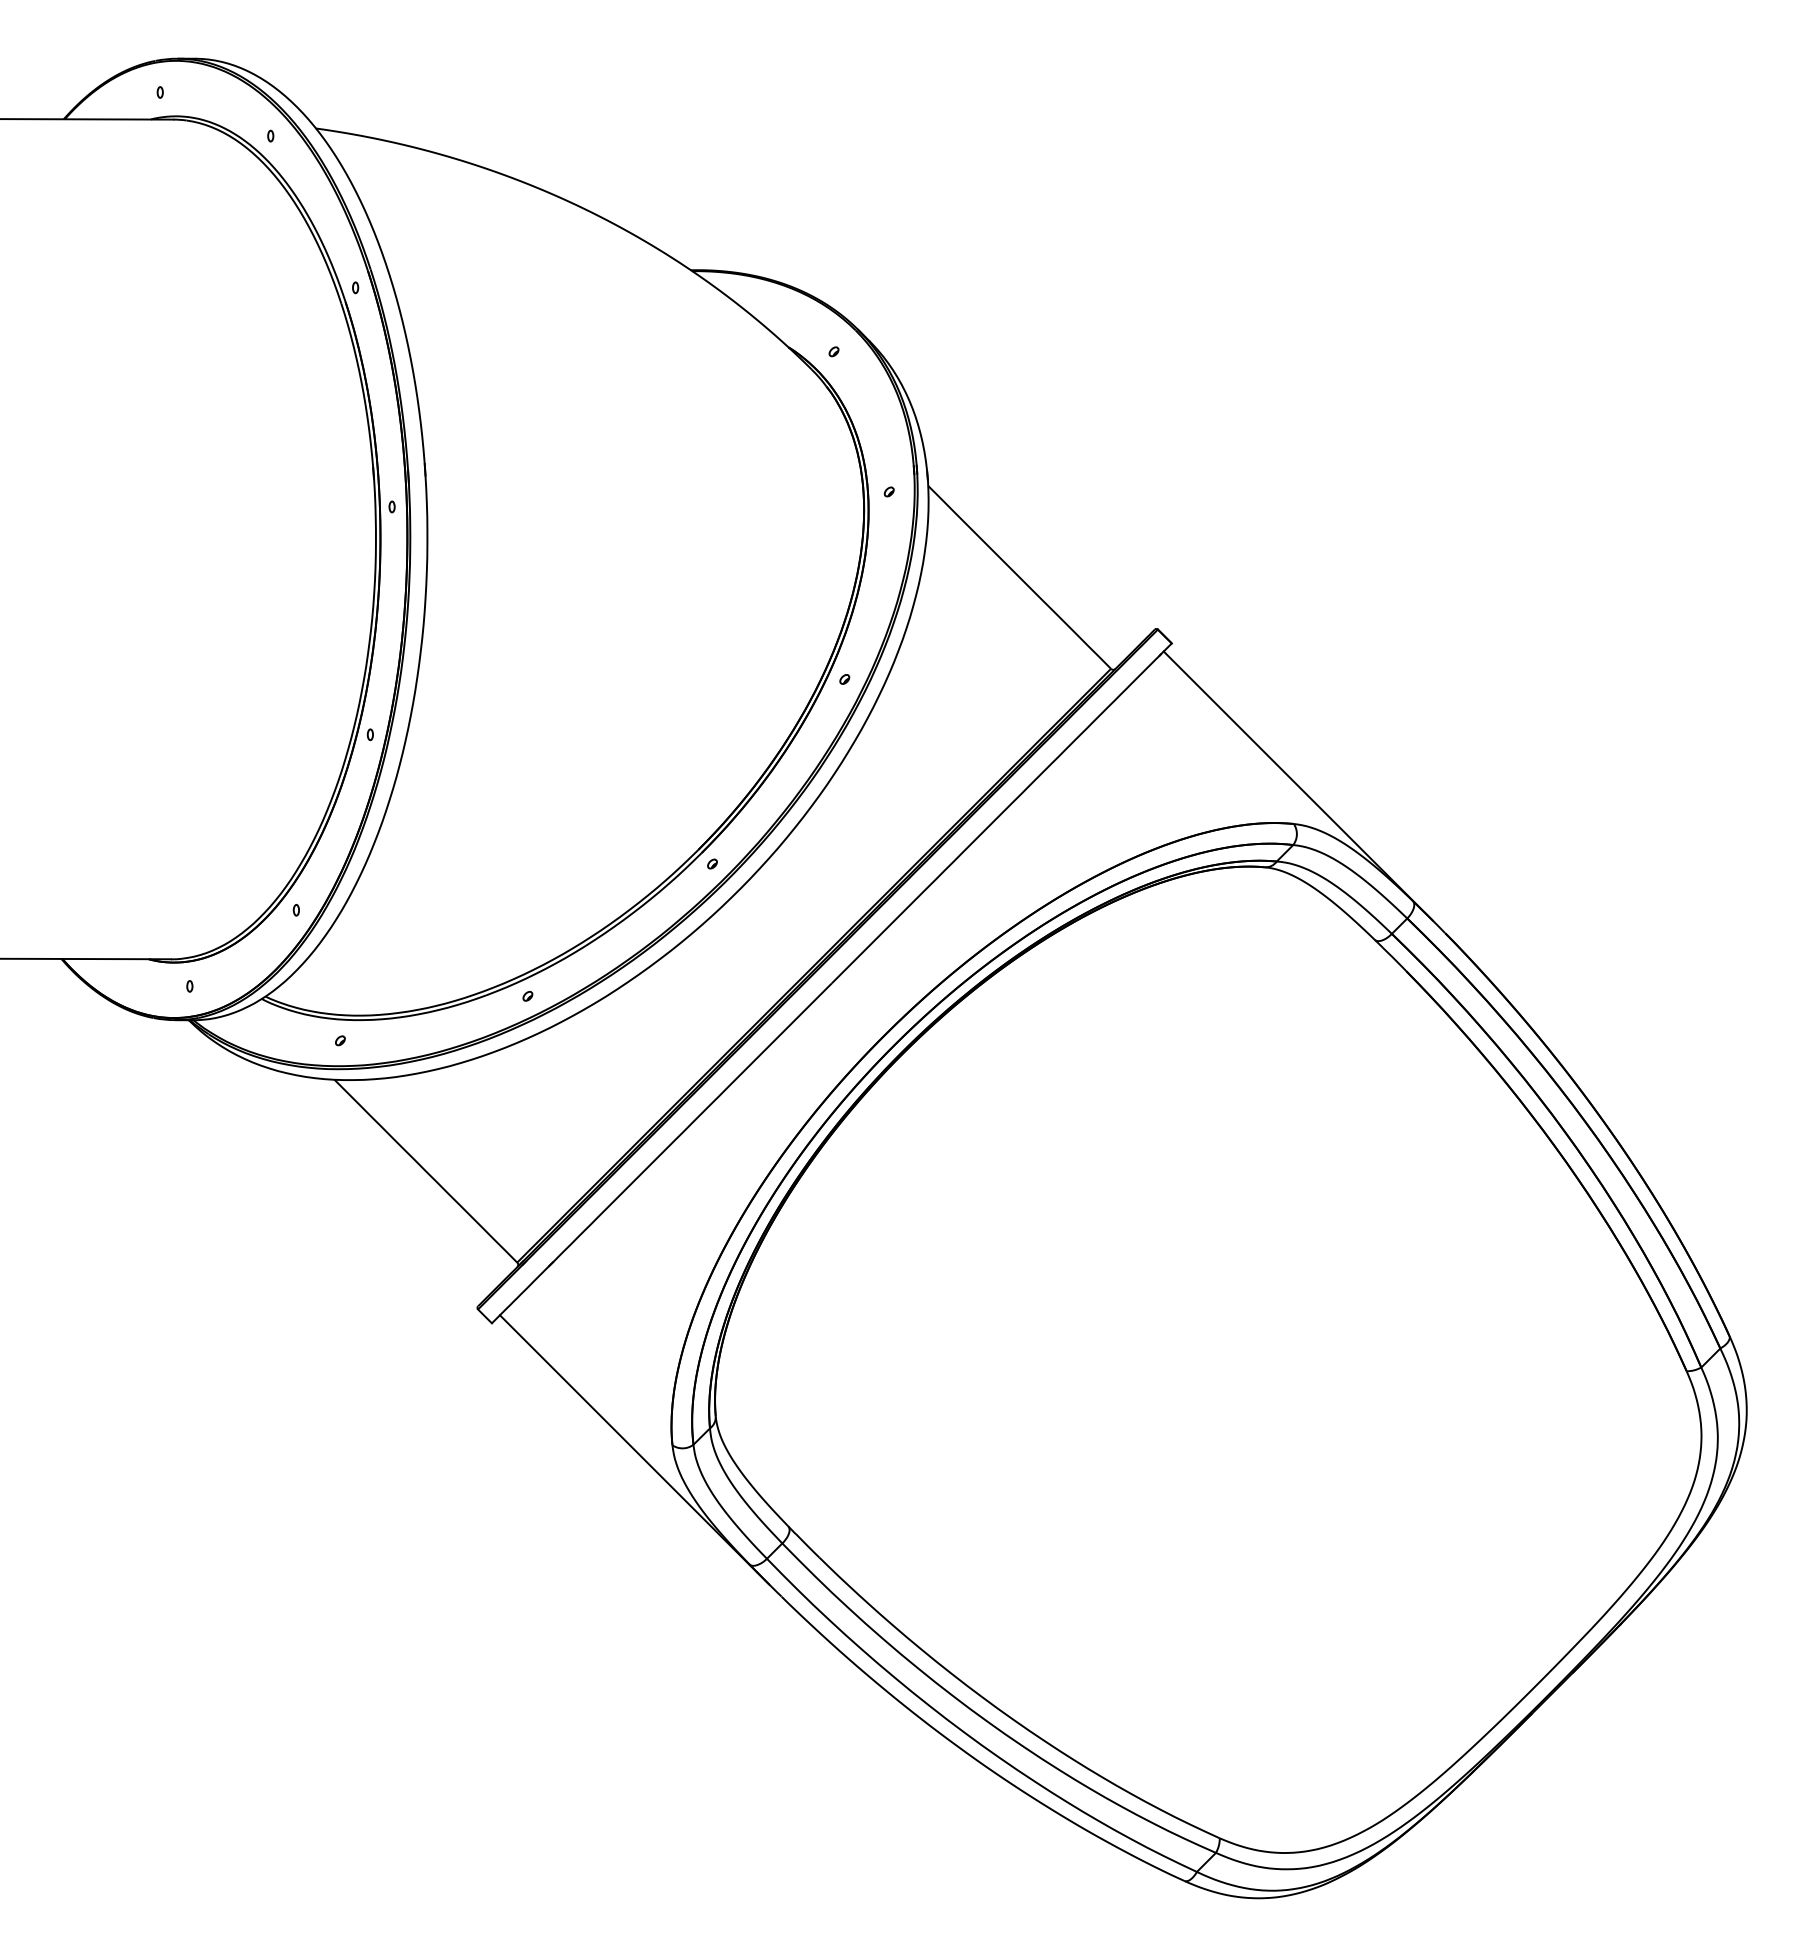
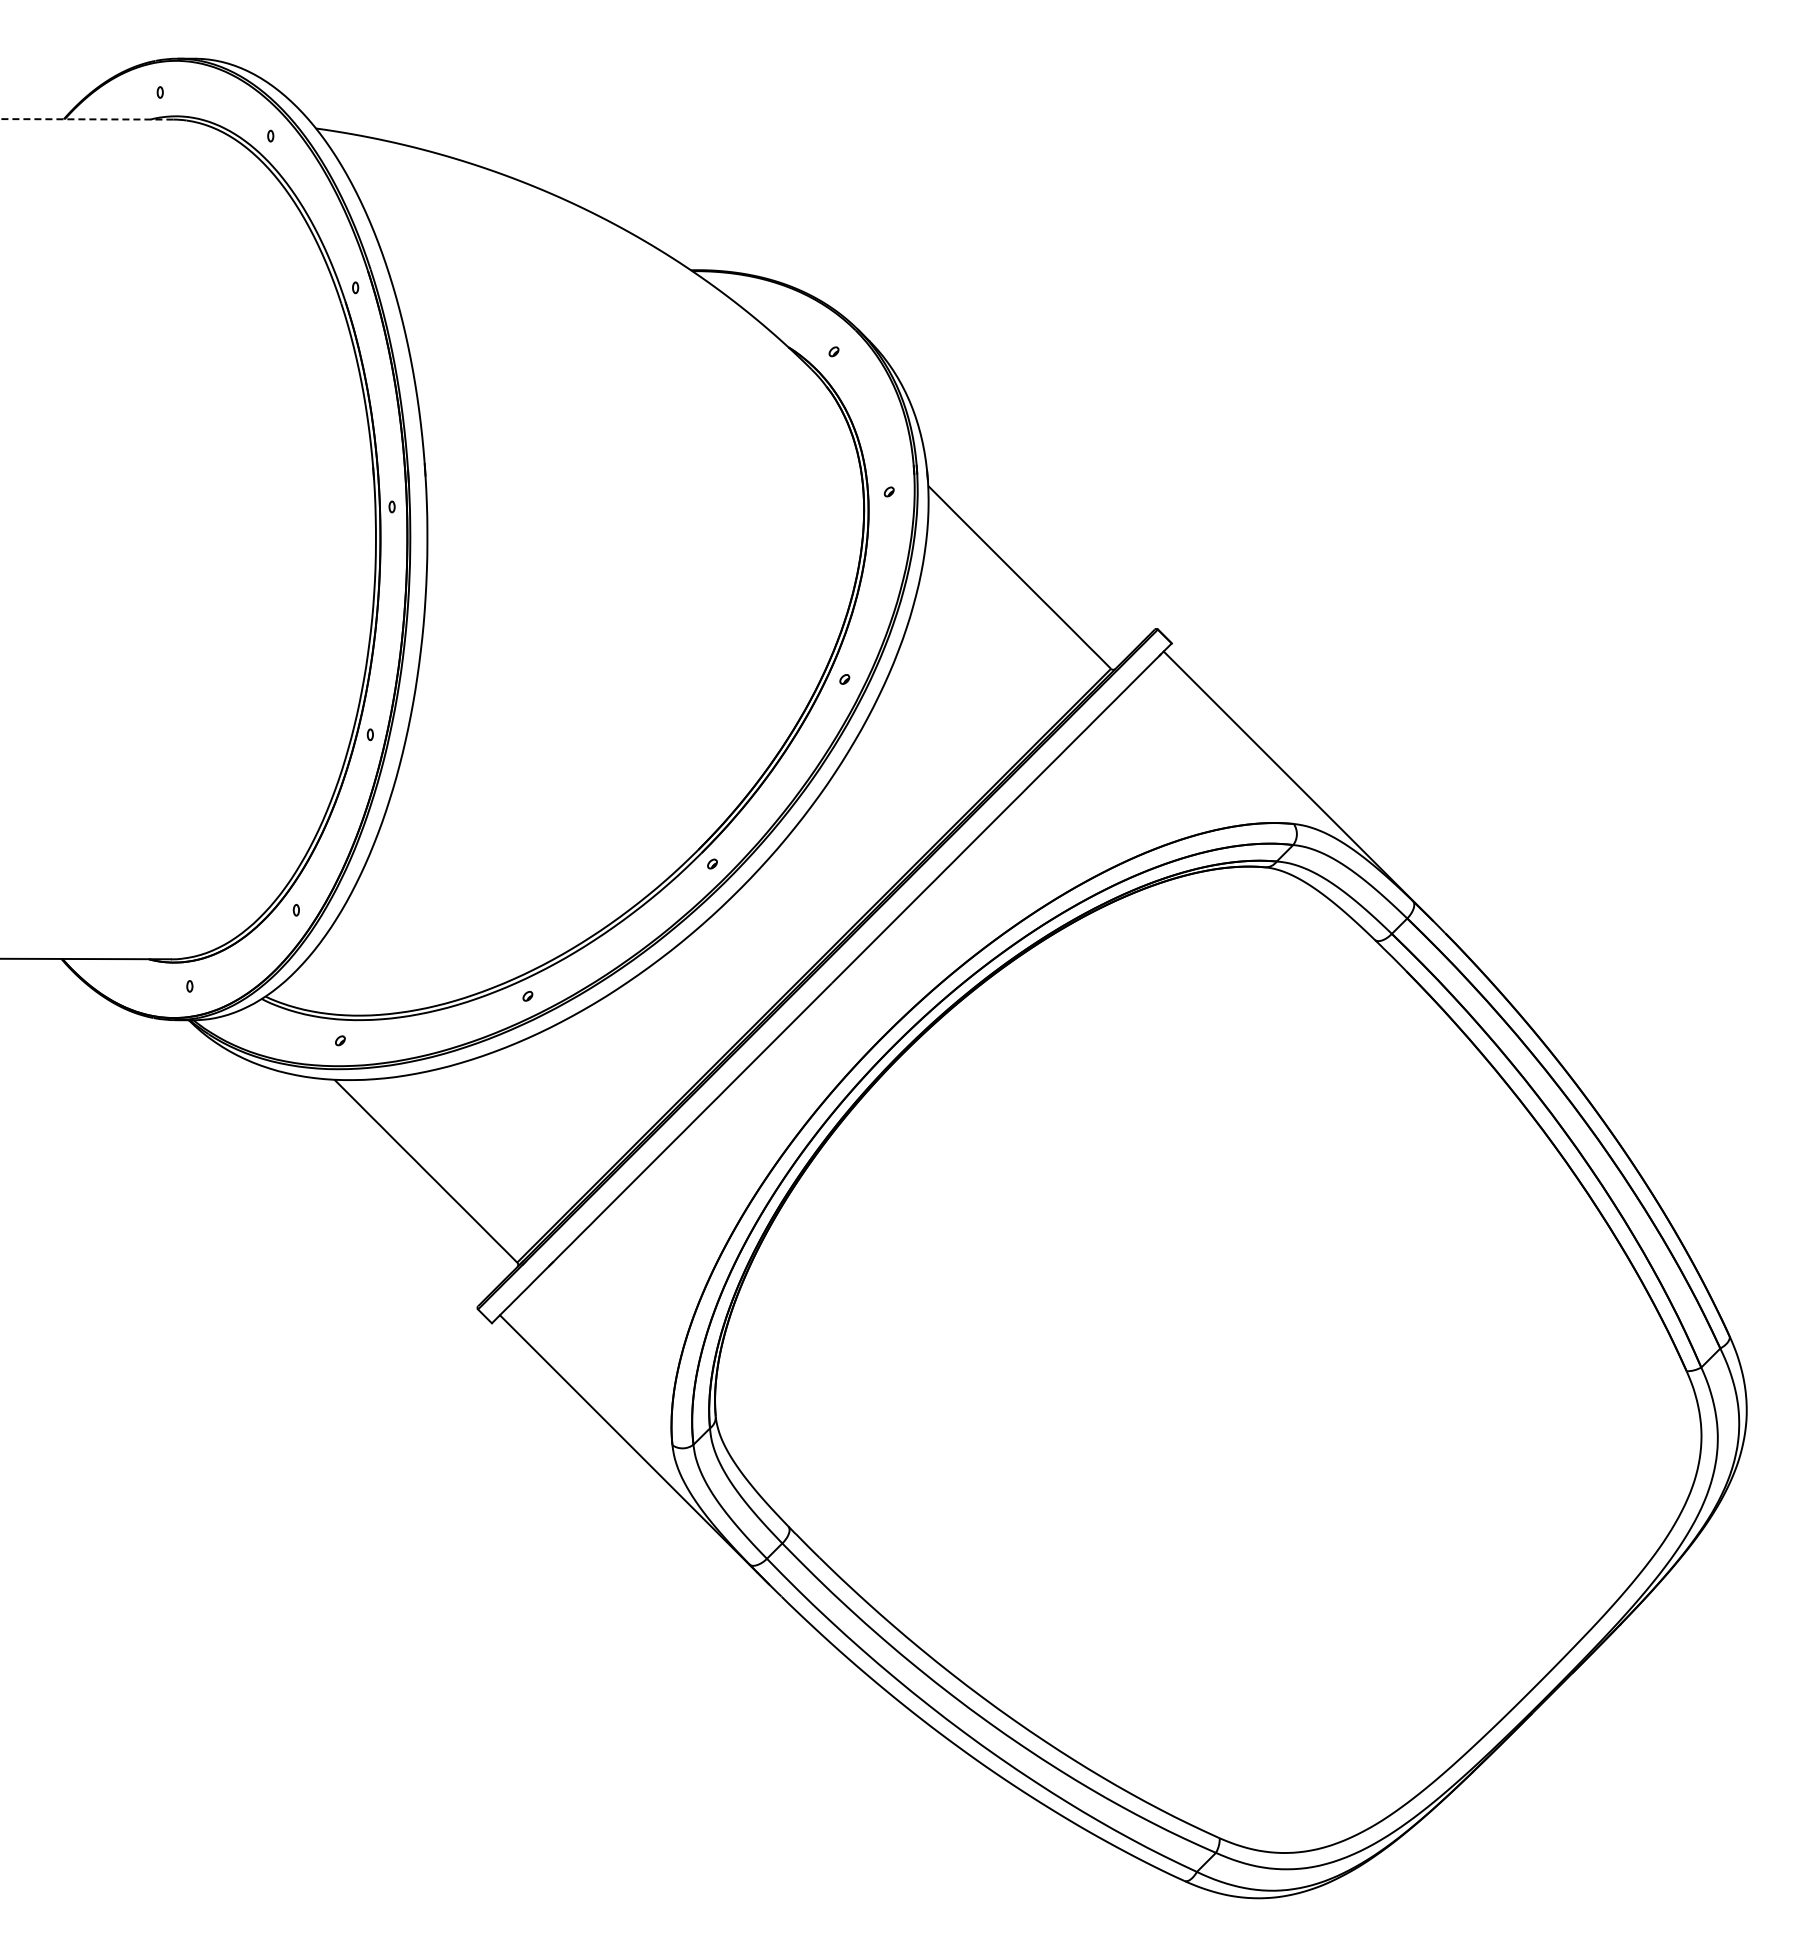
line at (86, 119): solid -> dashed
